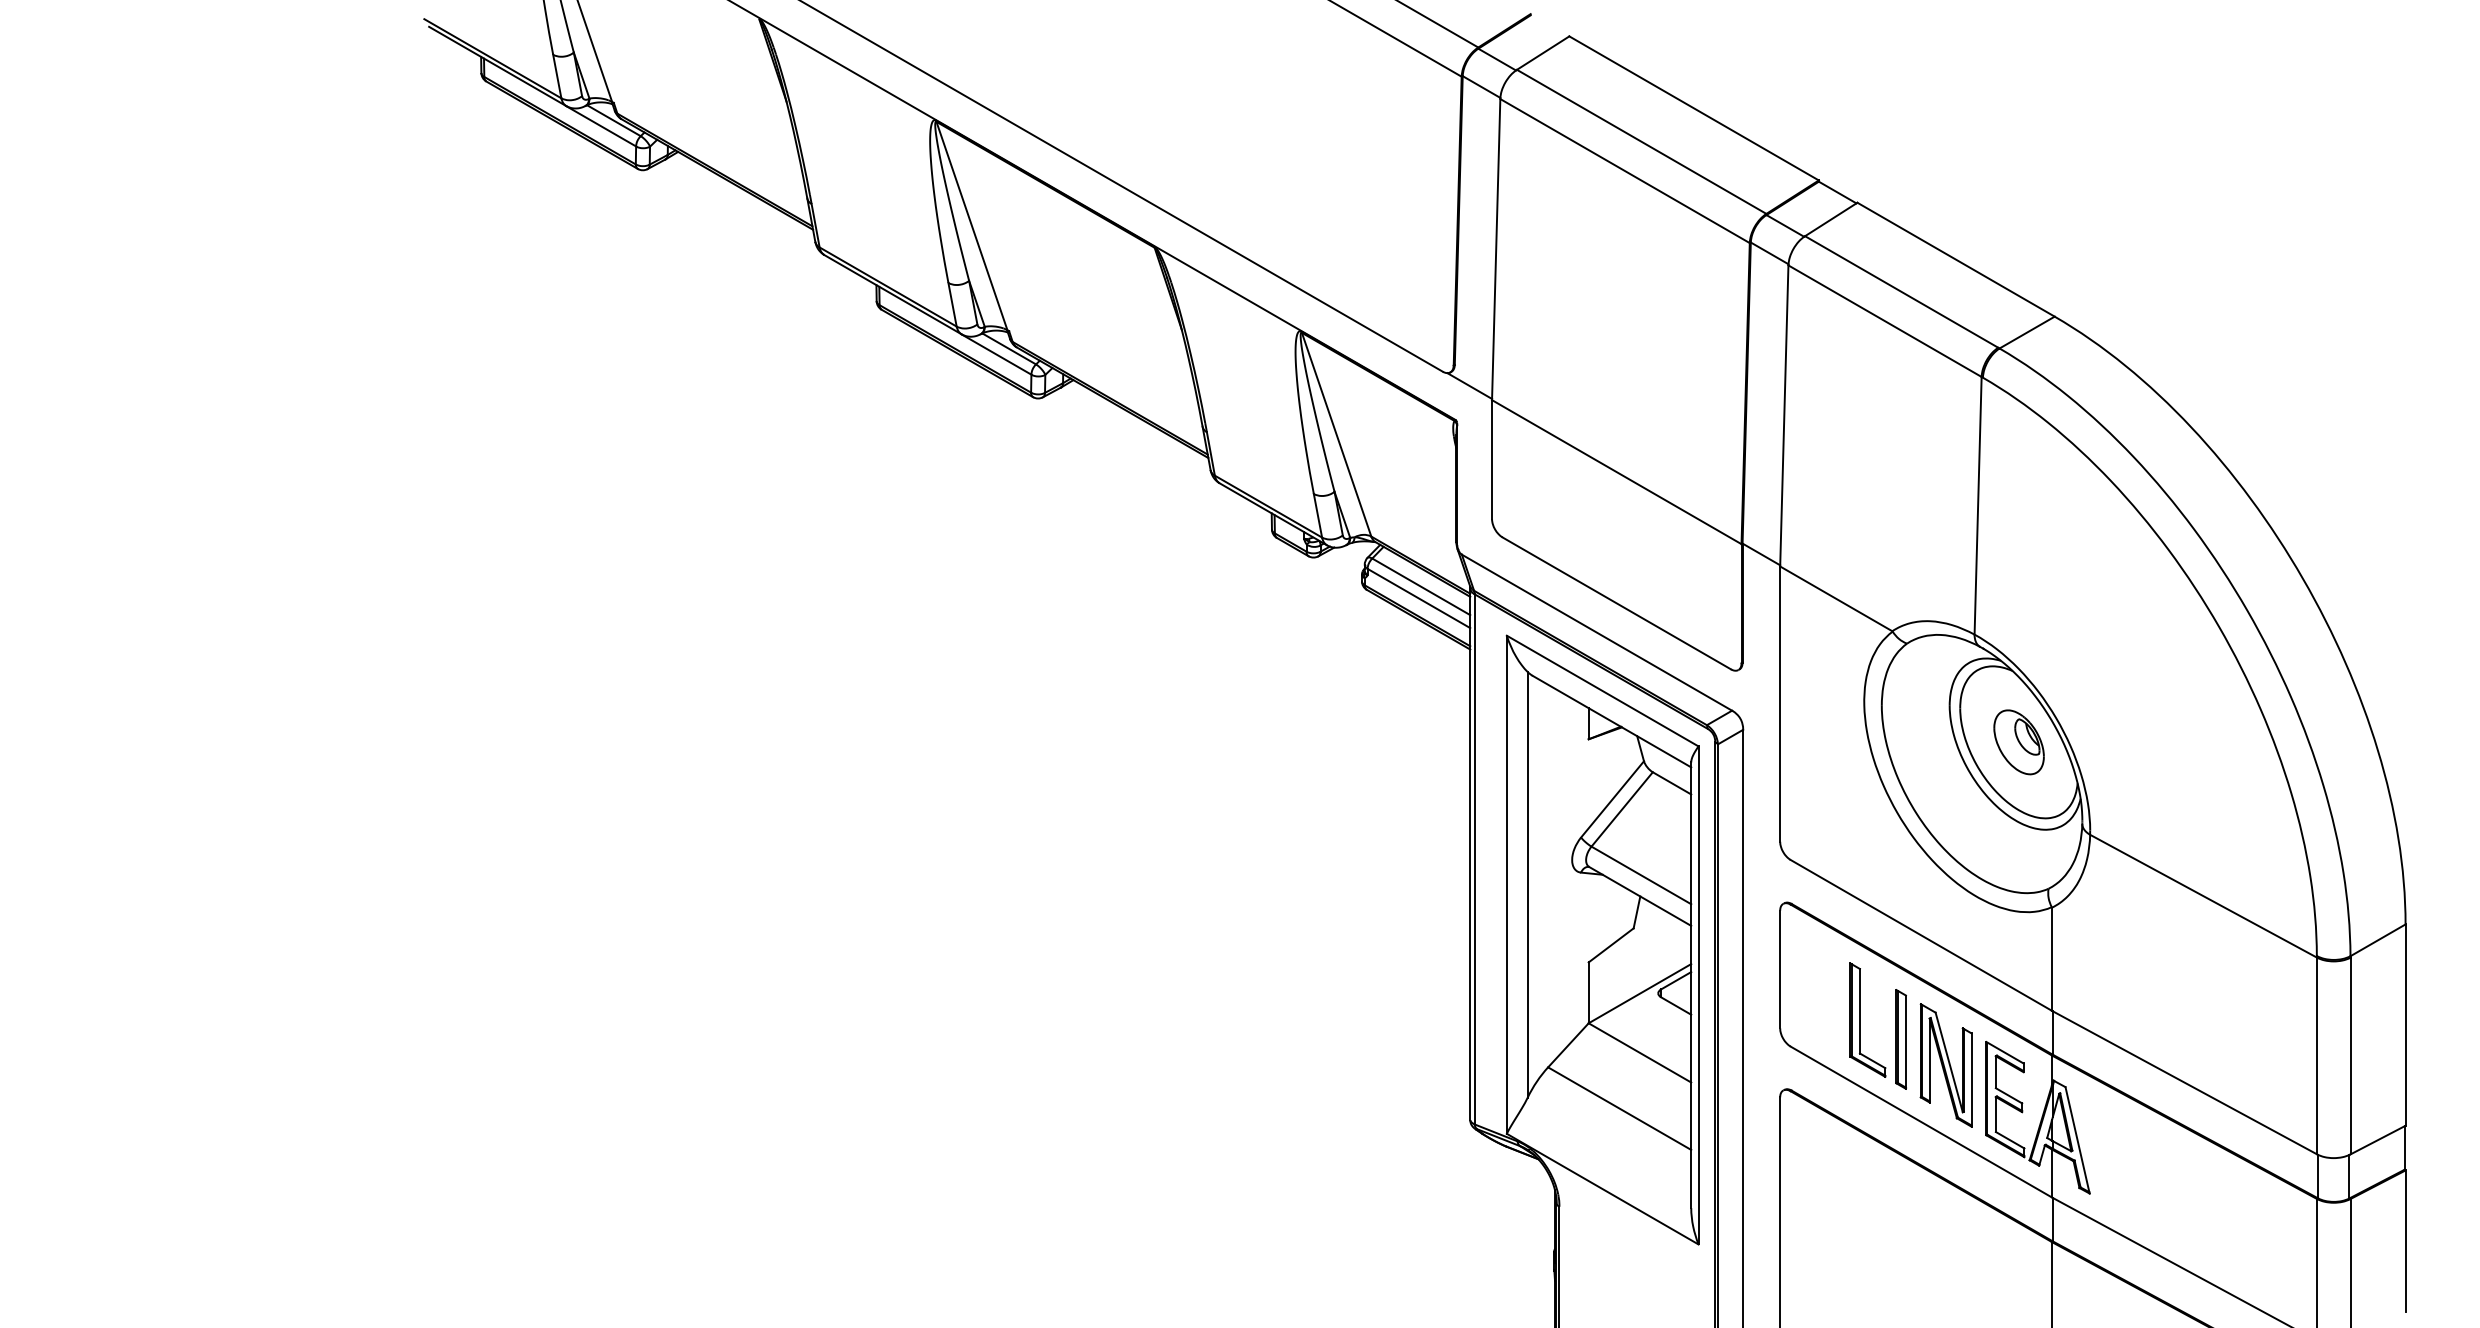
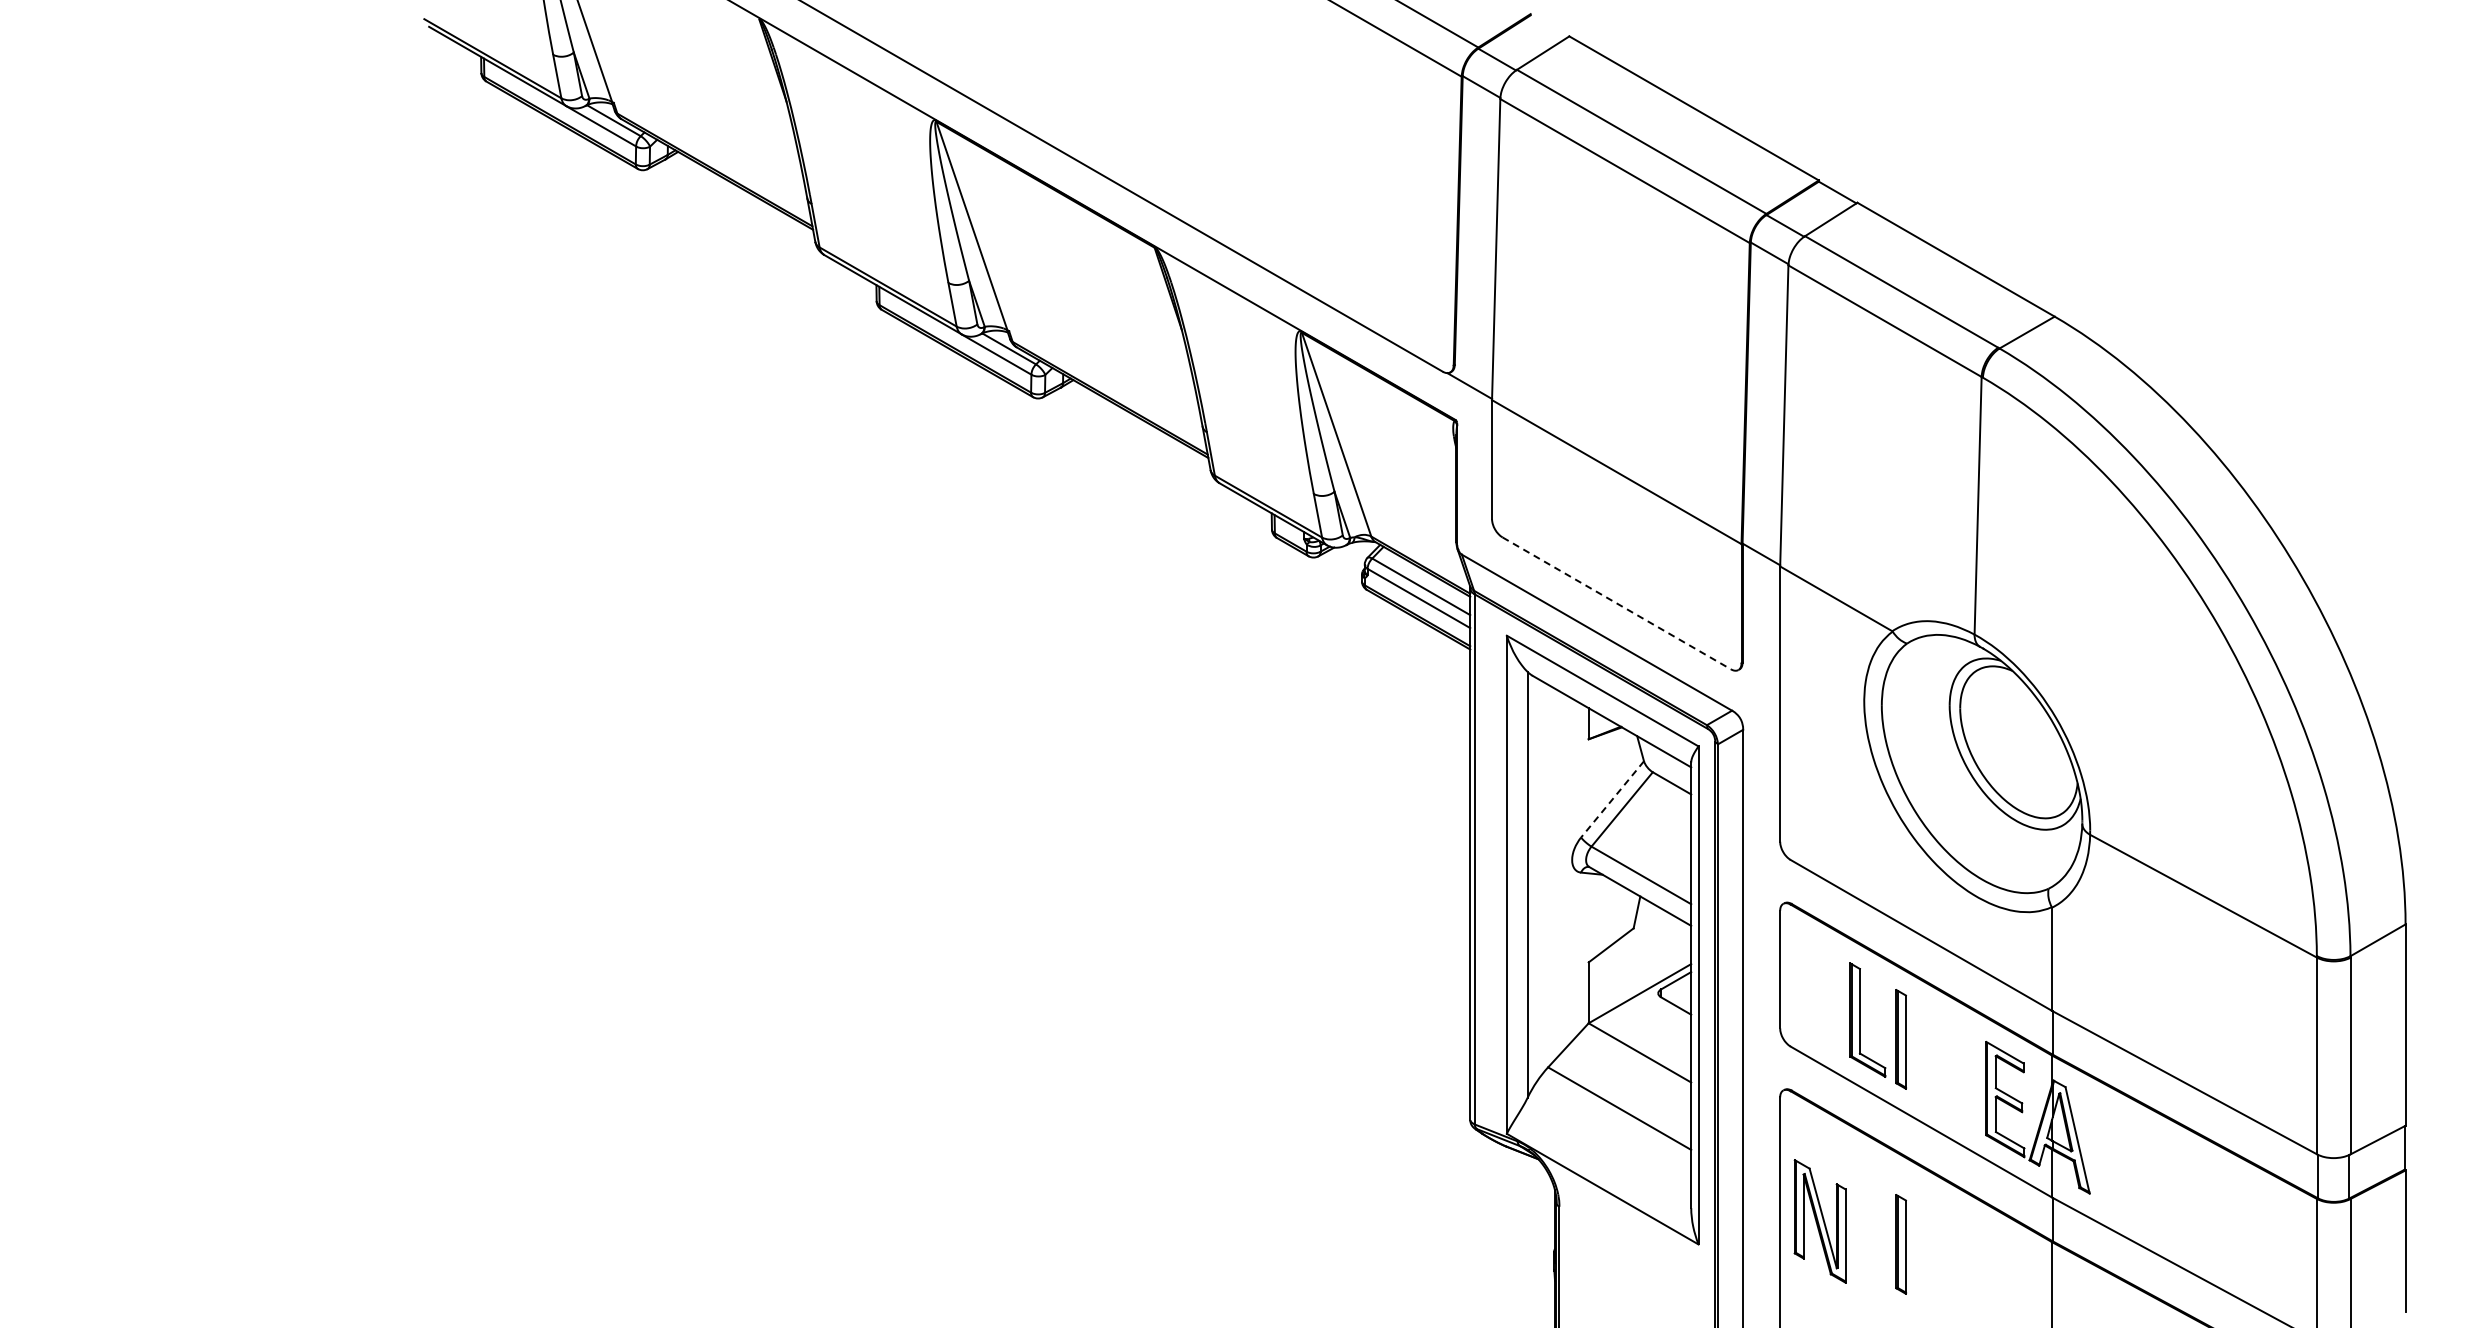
line at (1616, 603): solid -> dashed
part at (2018, 742): present -> none
line at (1612, 799): solid -> dashed
part at (1945, 1065) position: (1945, 1065) -> (1819, 1221)
part at (1900, 1244): none -> present
